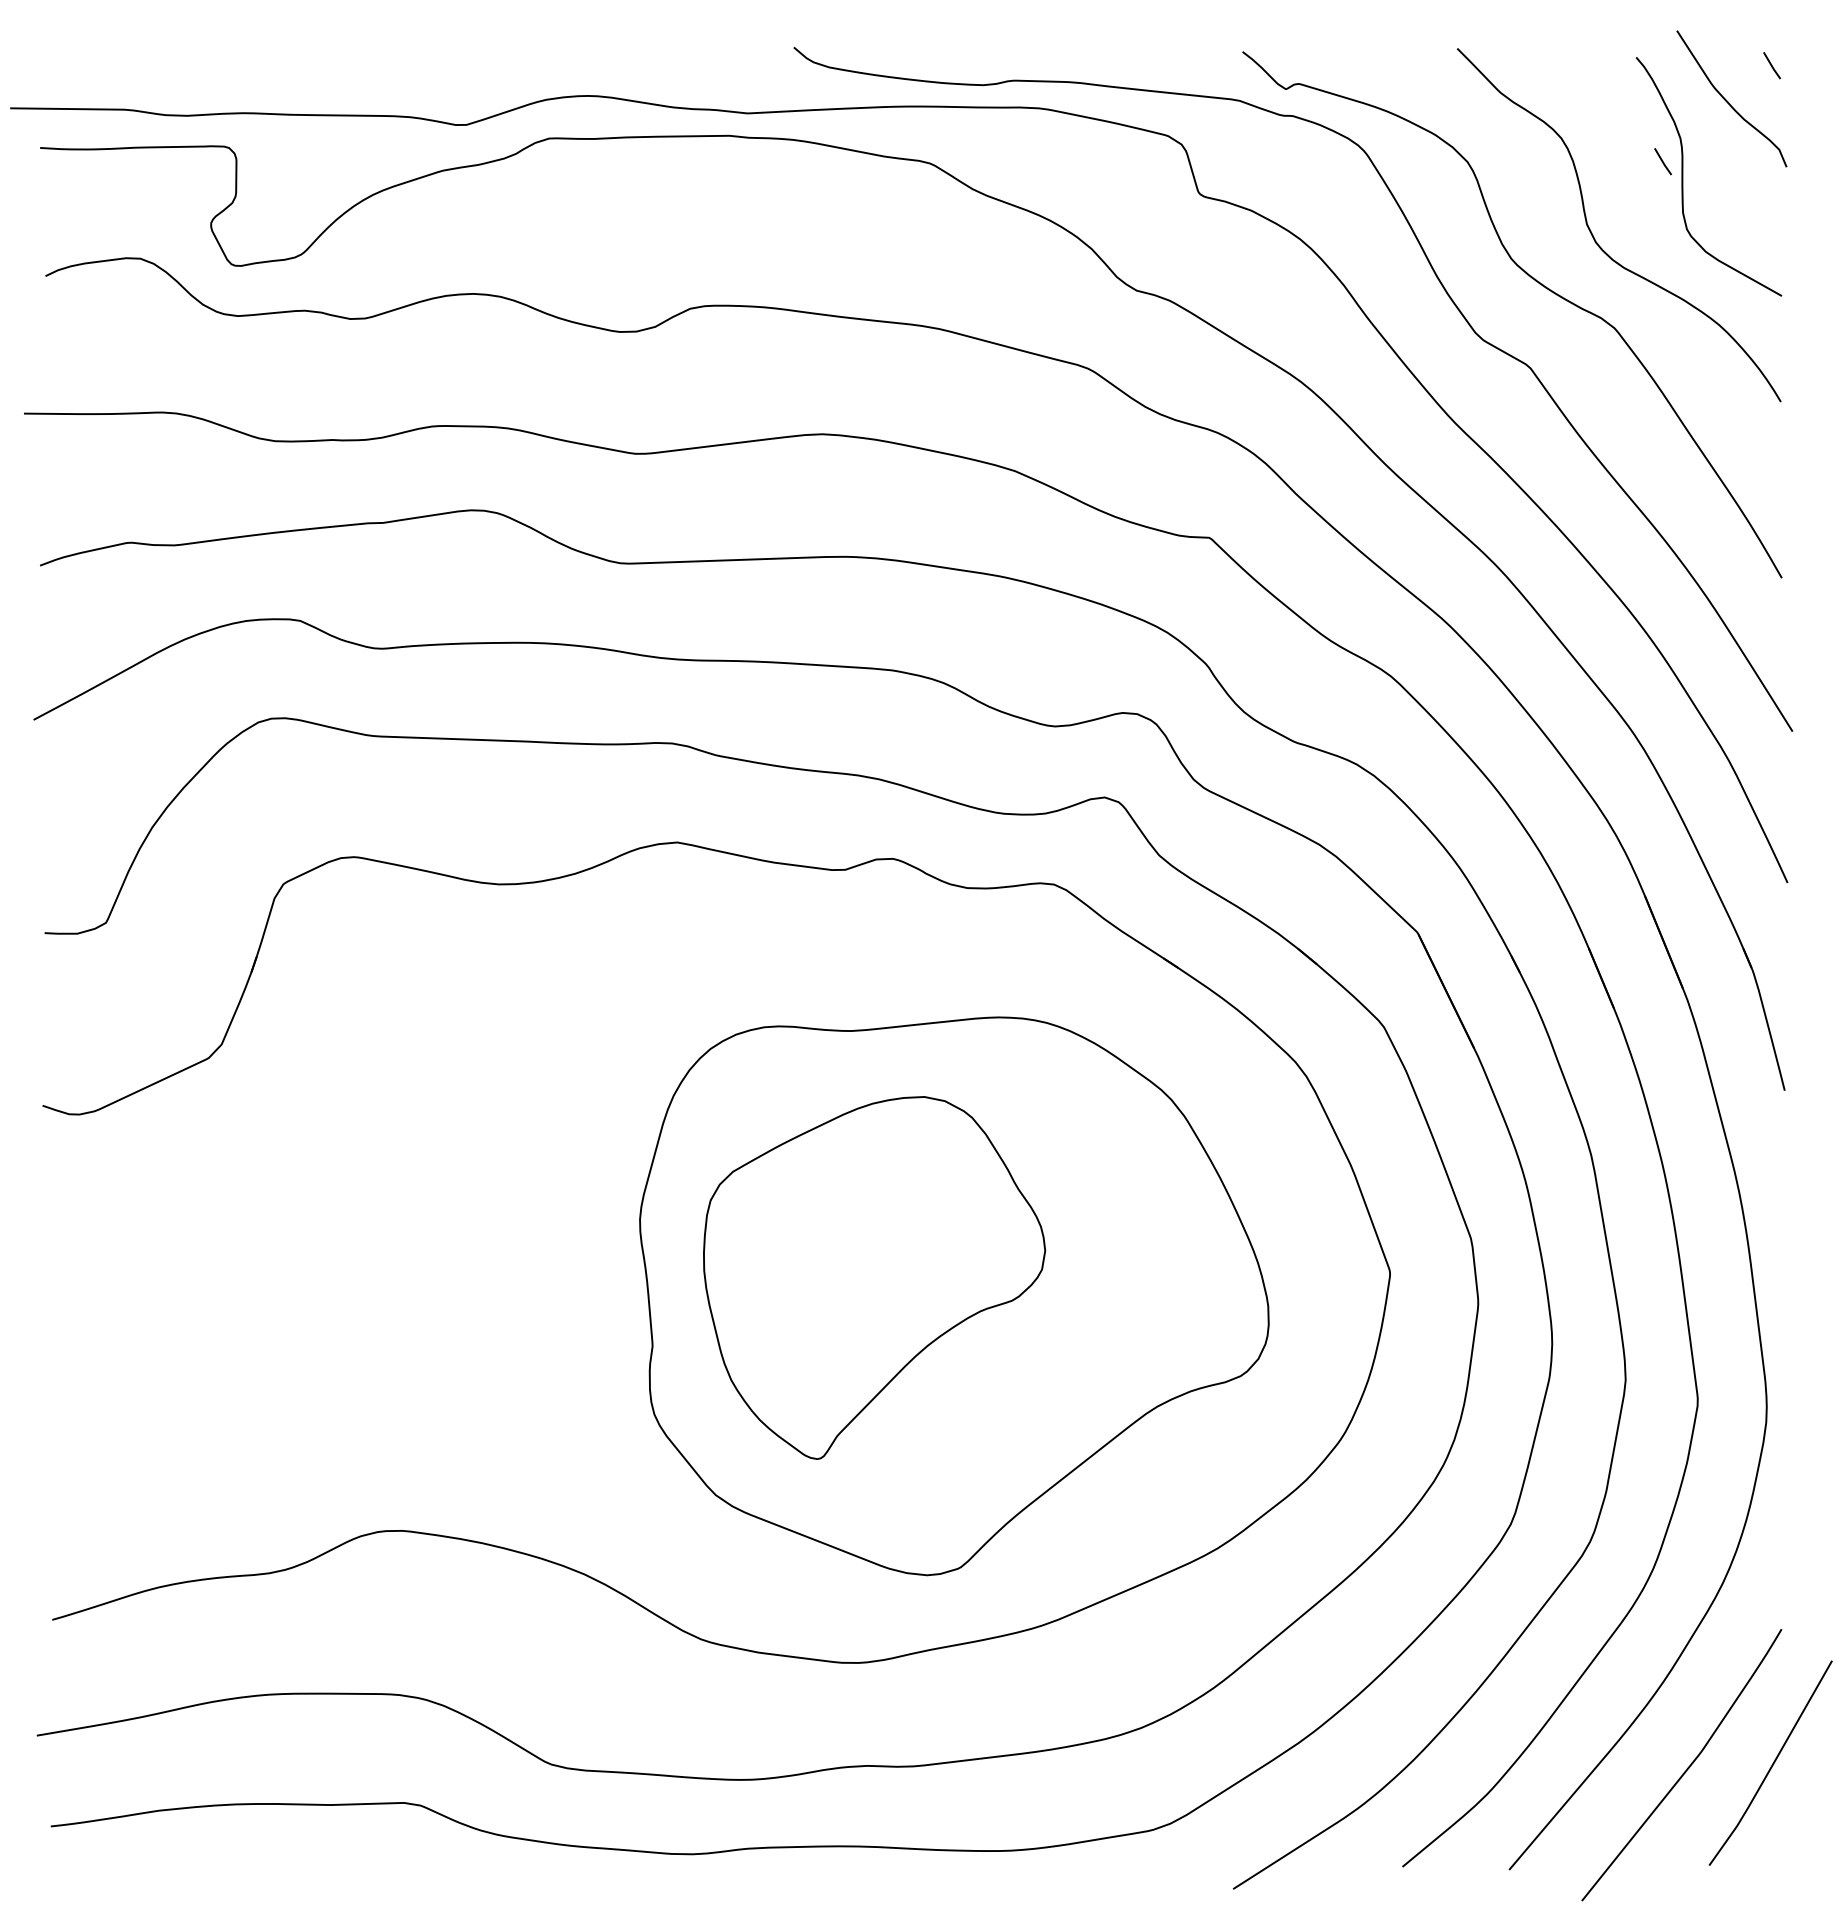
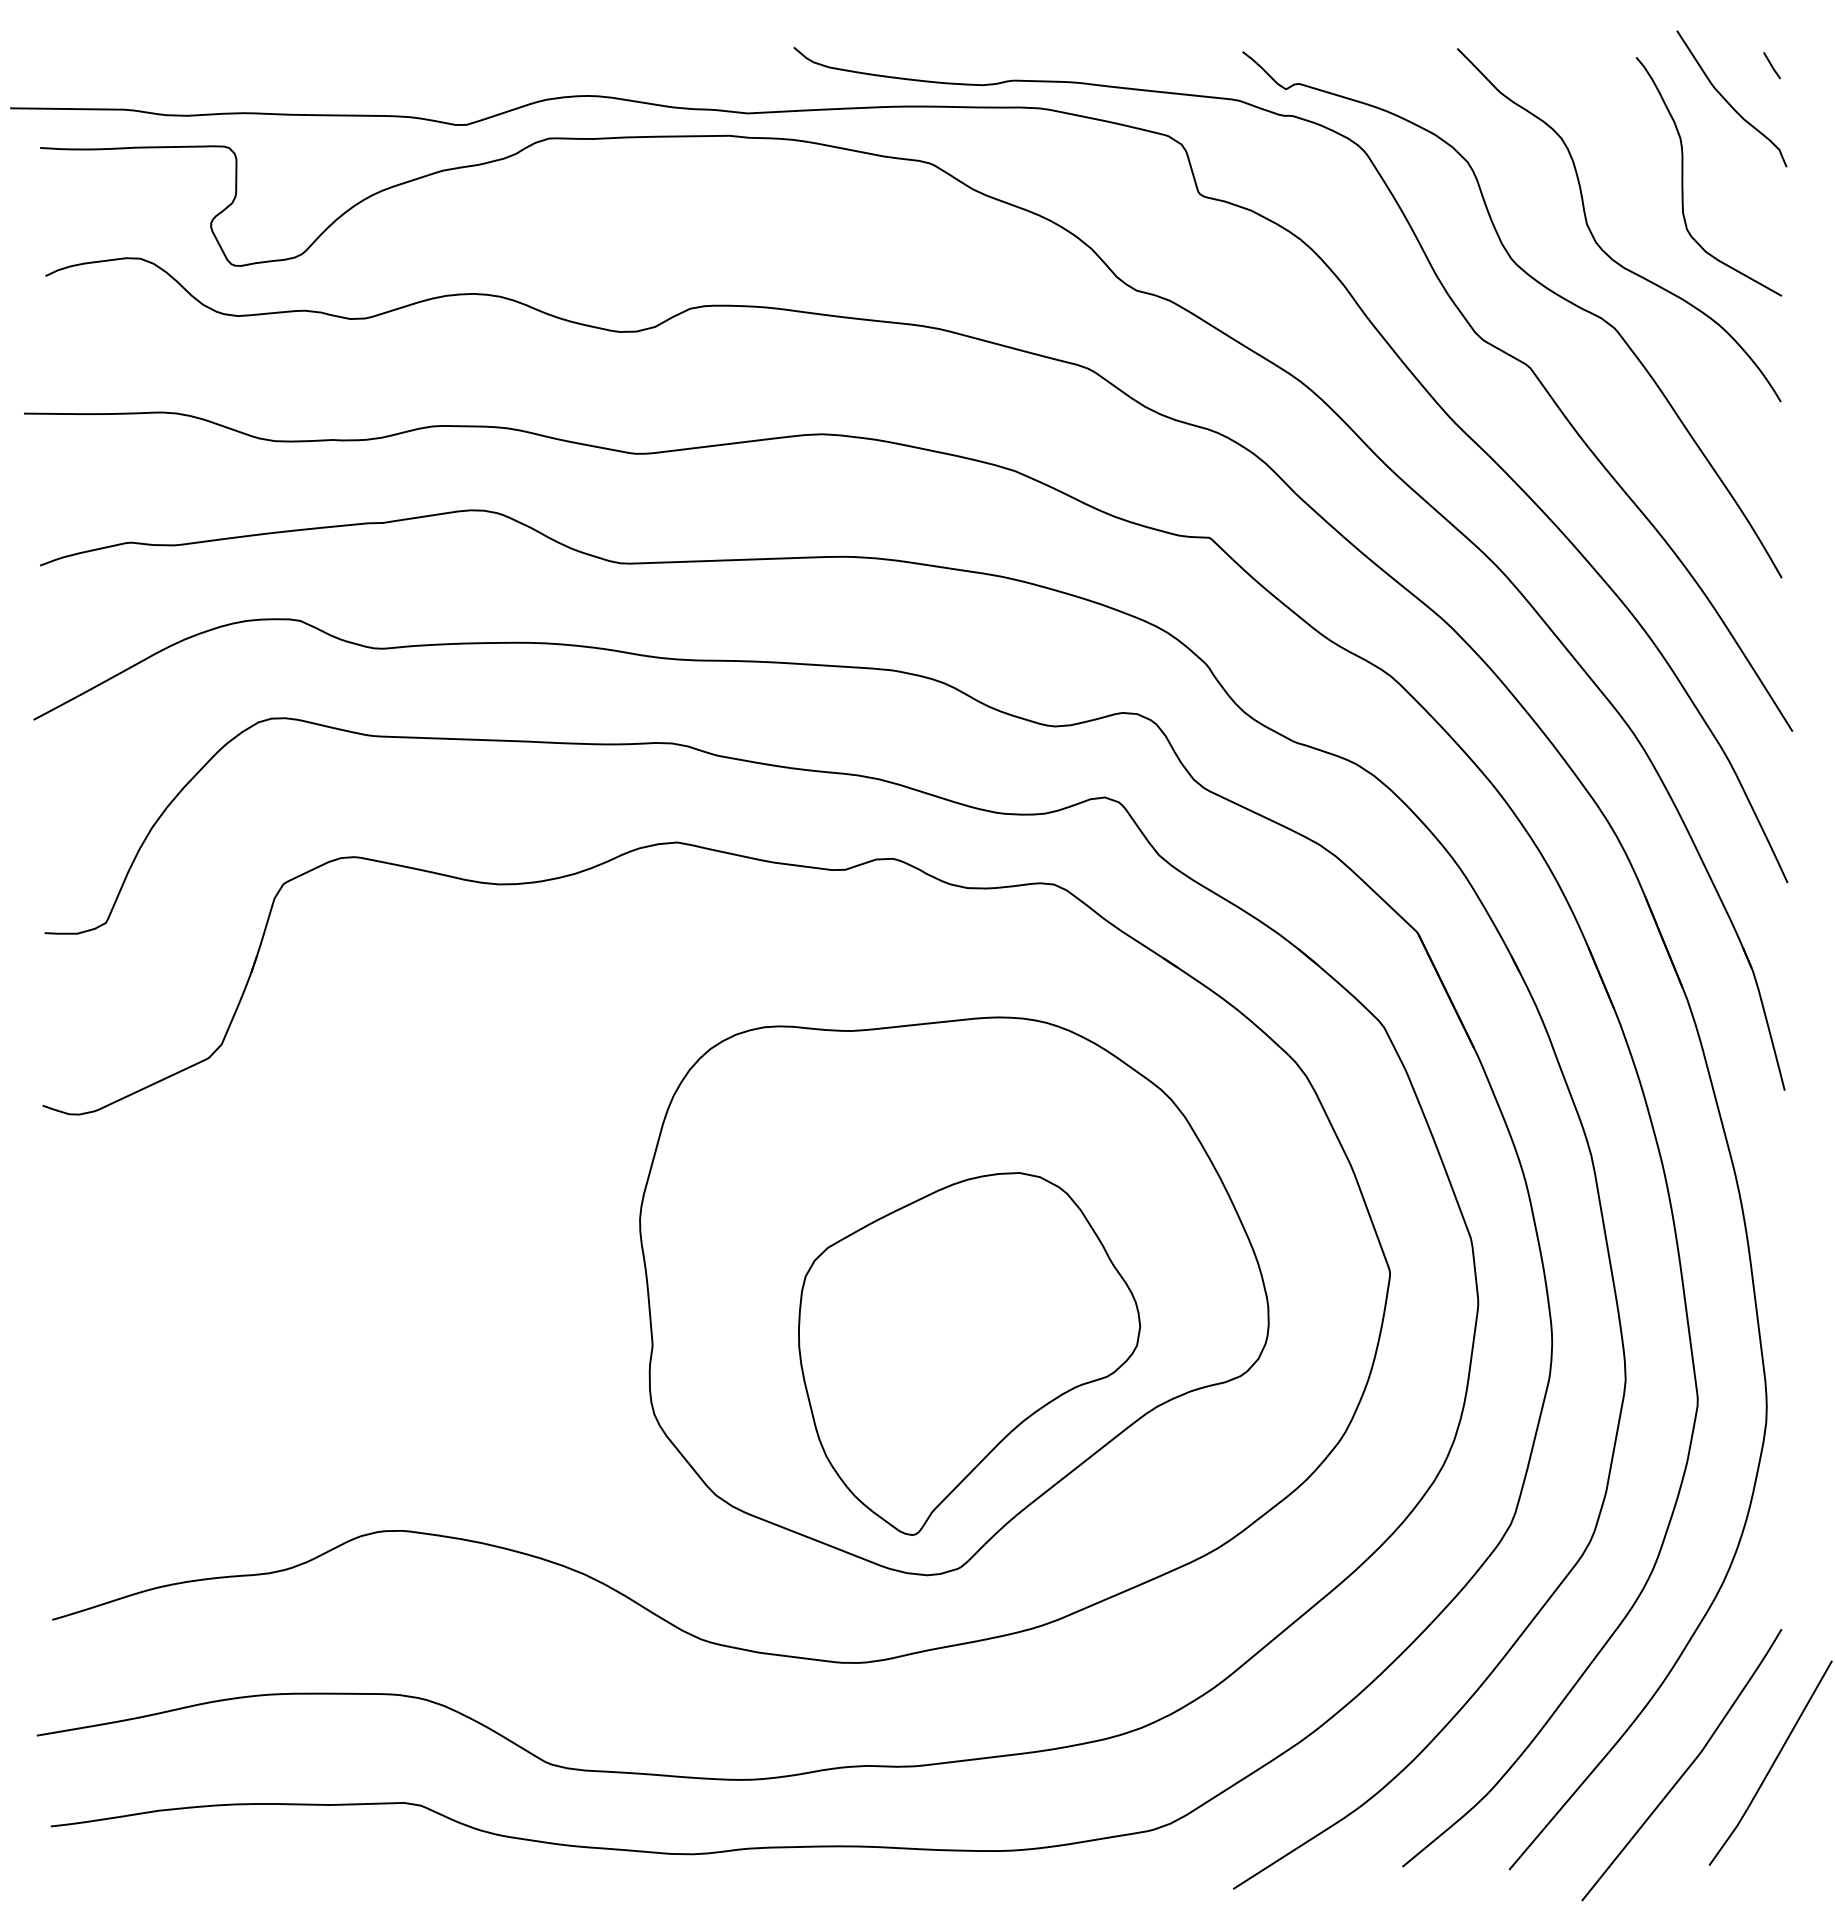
line at (1662, 161): present -> none
part at (874, 1277) position: (874, 1277) -> (969, 1353)
